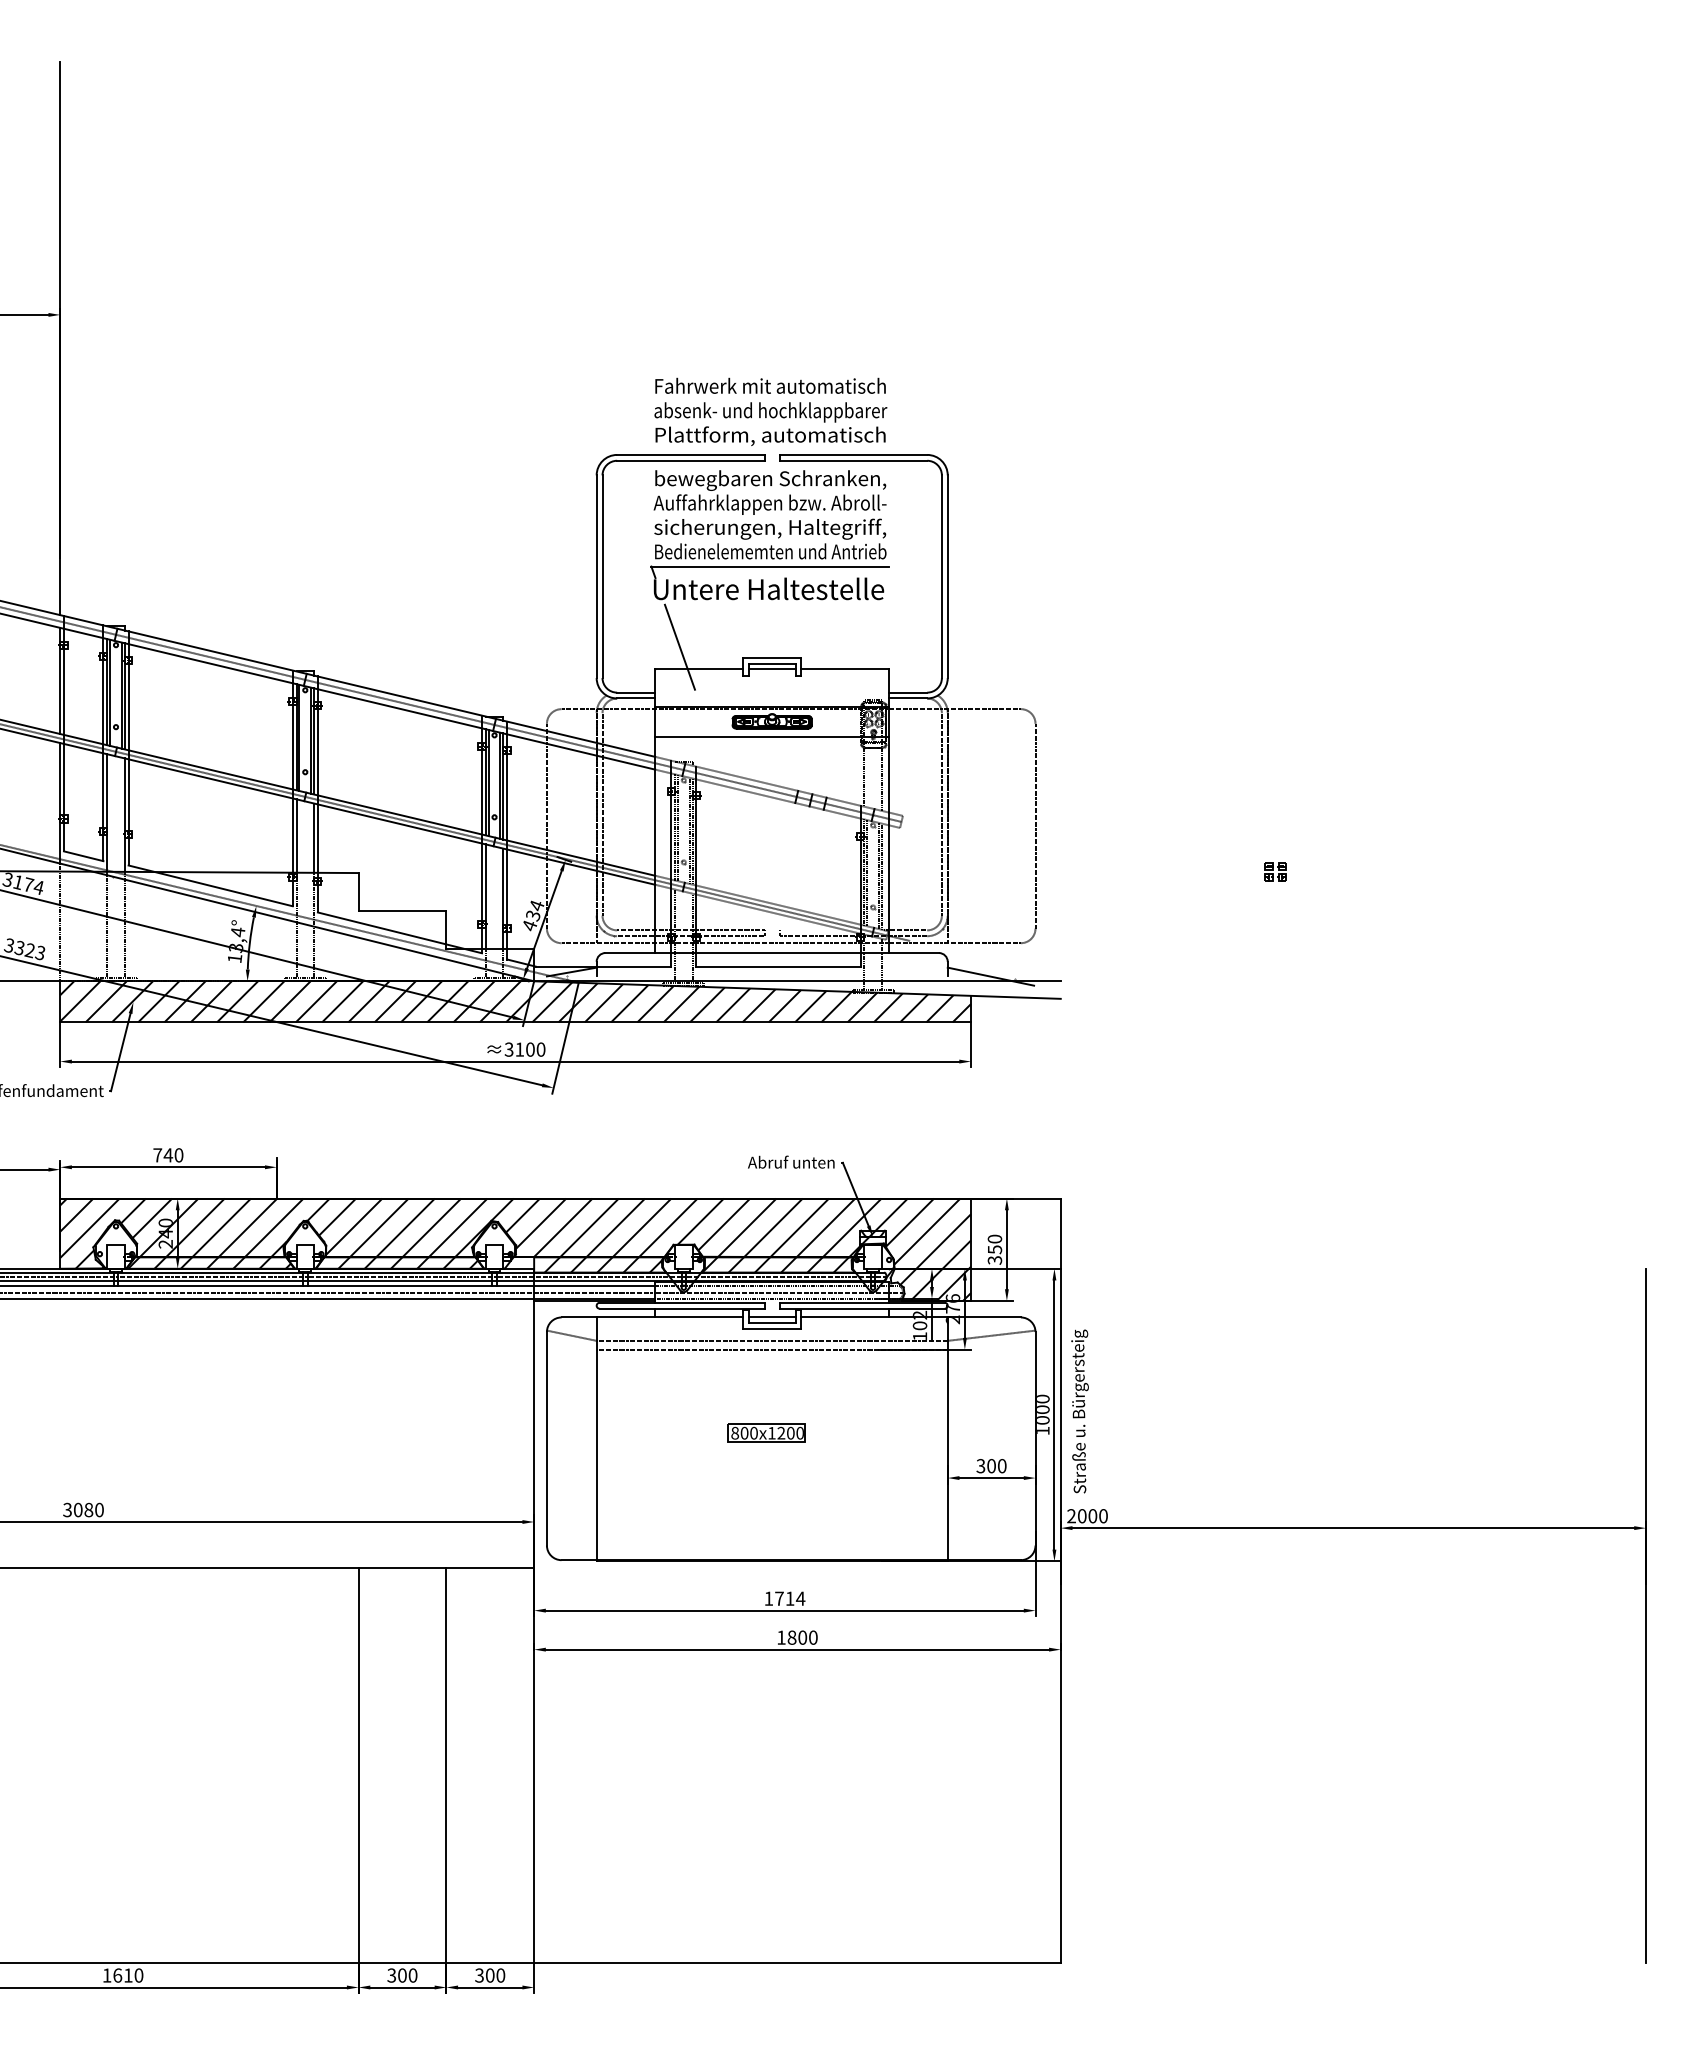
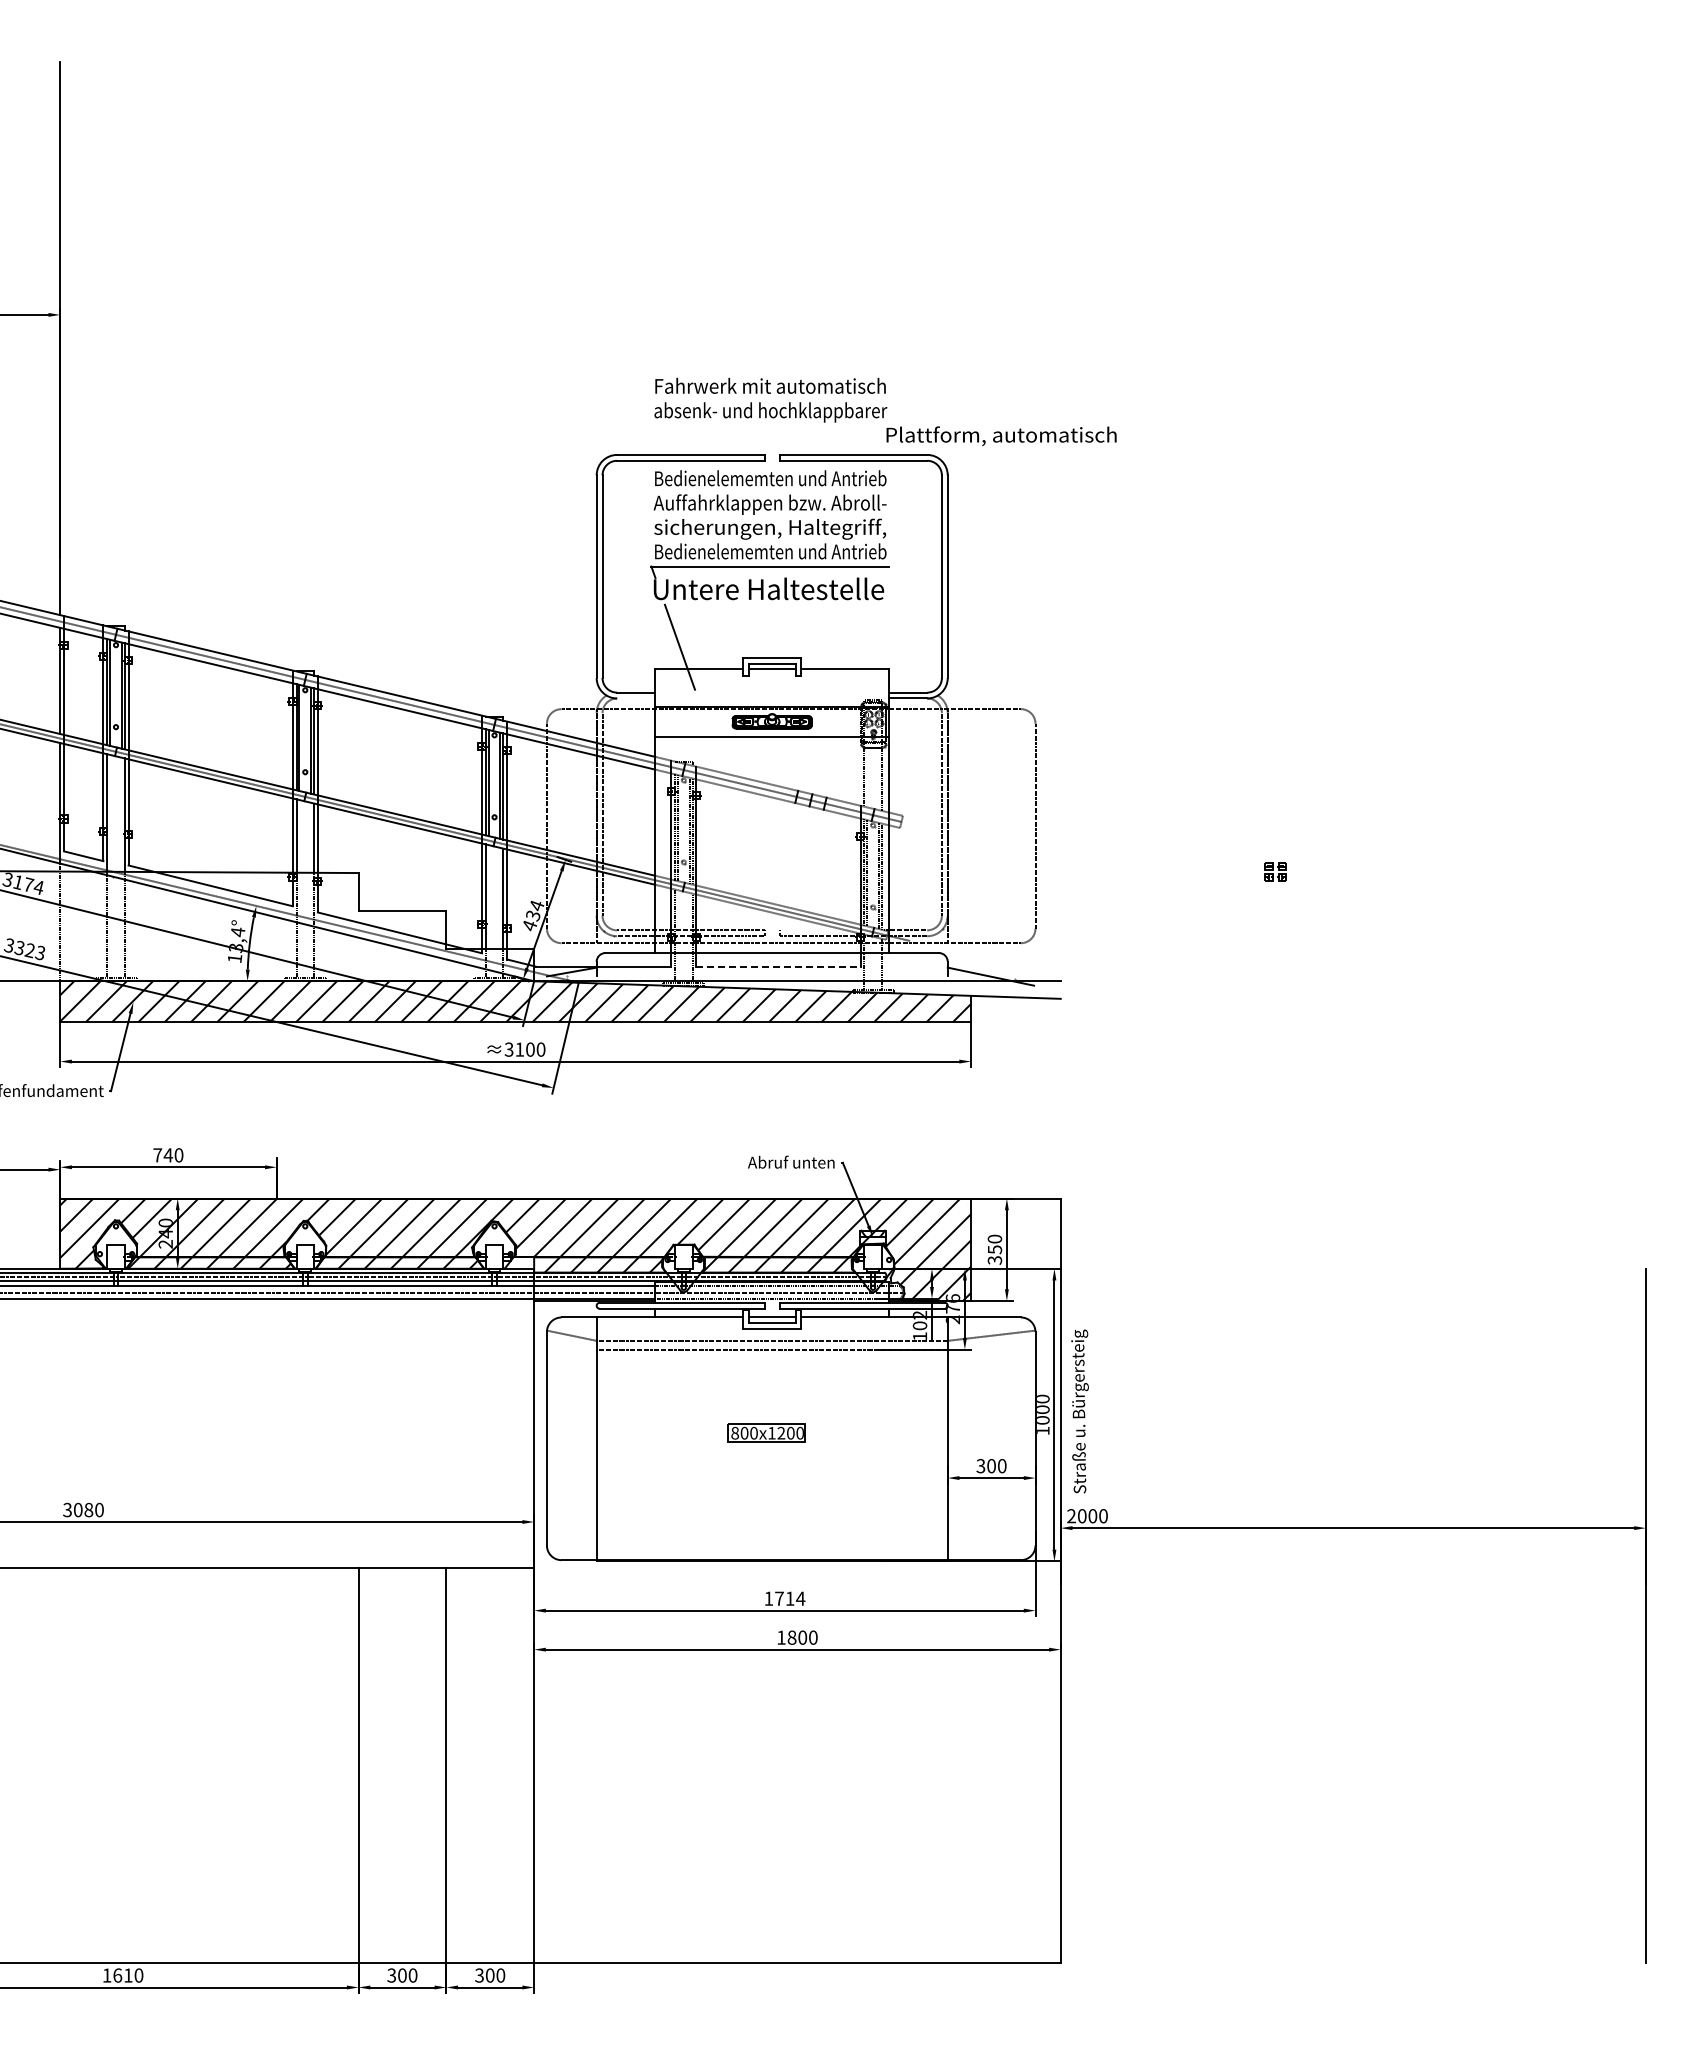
text at (770, 435) position: (770, 435) -> (1001, 435)
text at (770, 480): bewegbaren Schranken, -> Bedienelememten und Antrieb
line at (636, 698): present -> none
line at (778, 966): solid -> dashed
